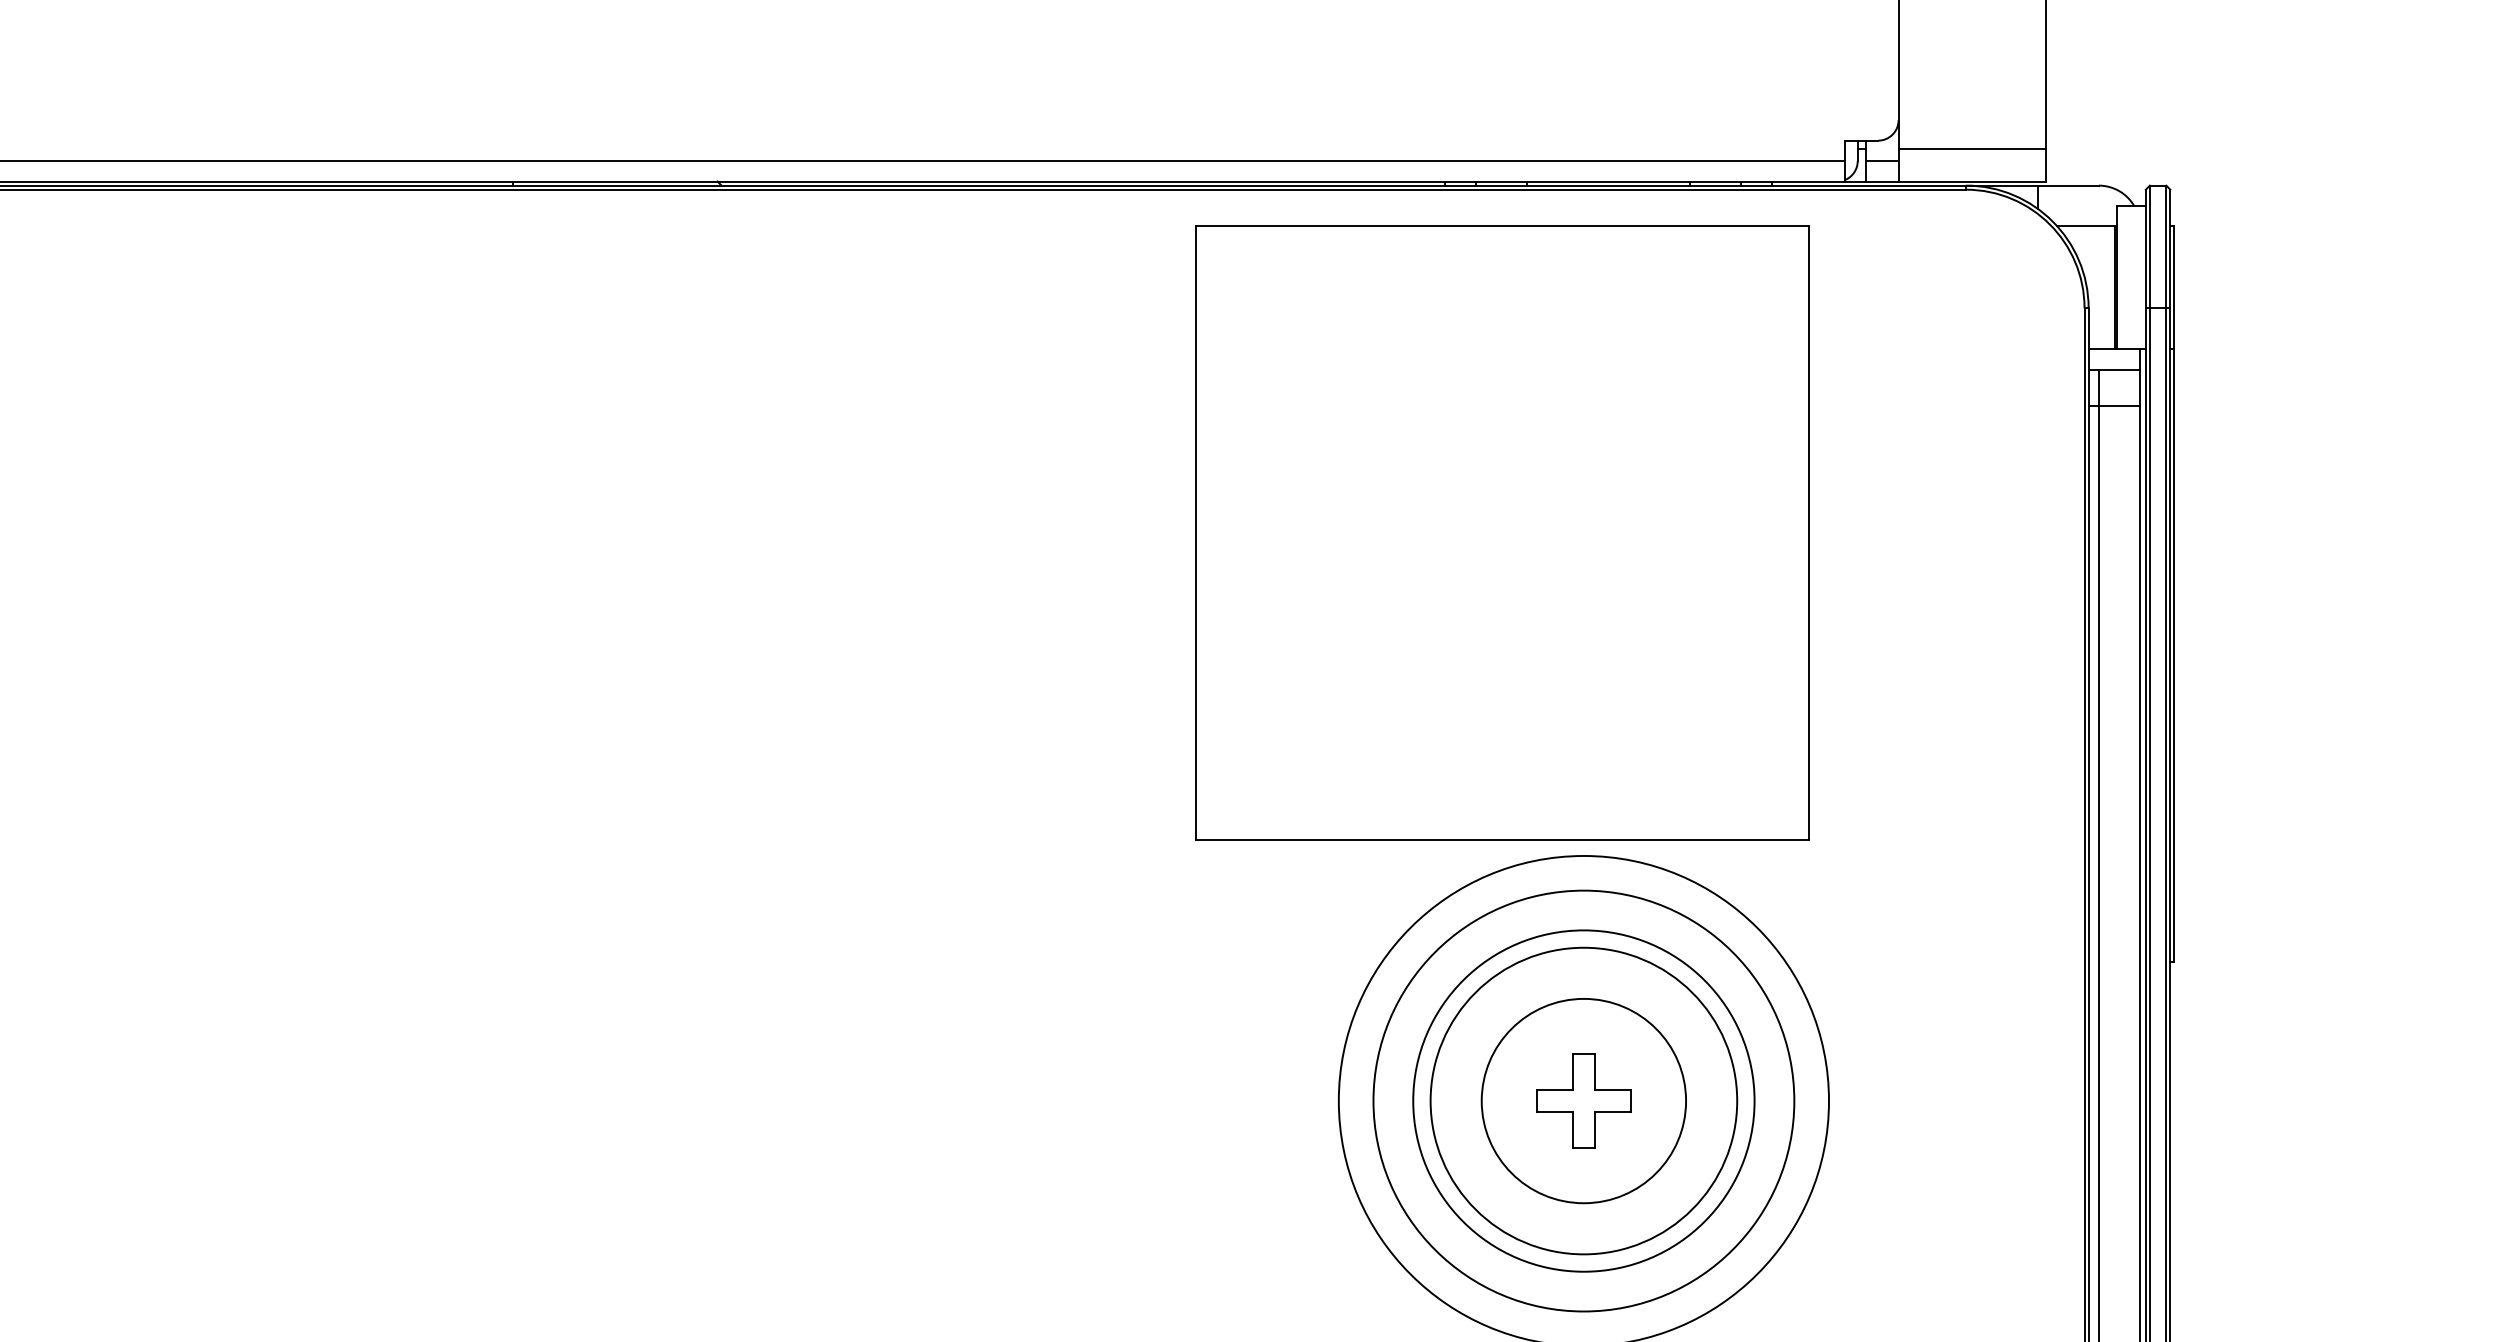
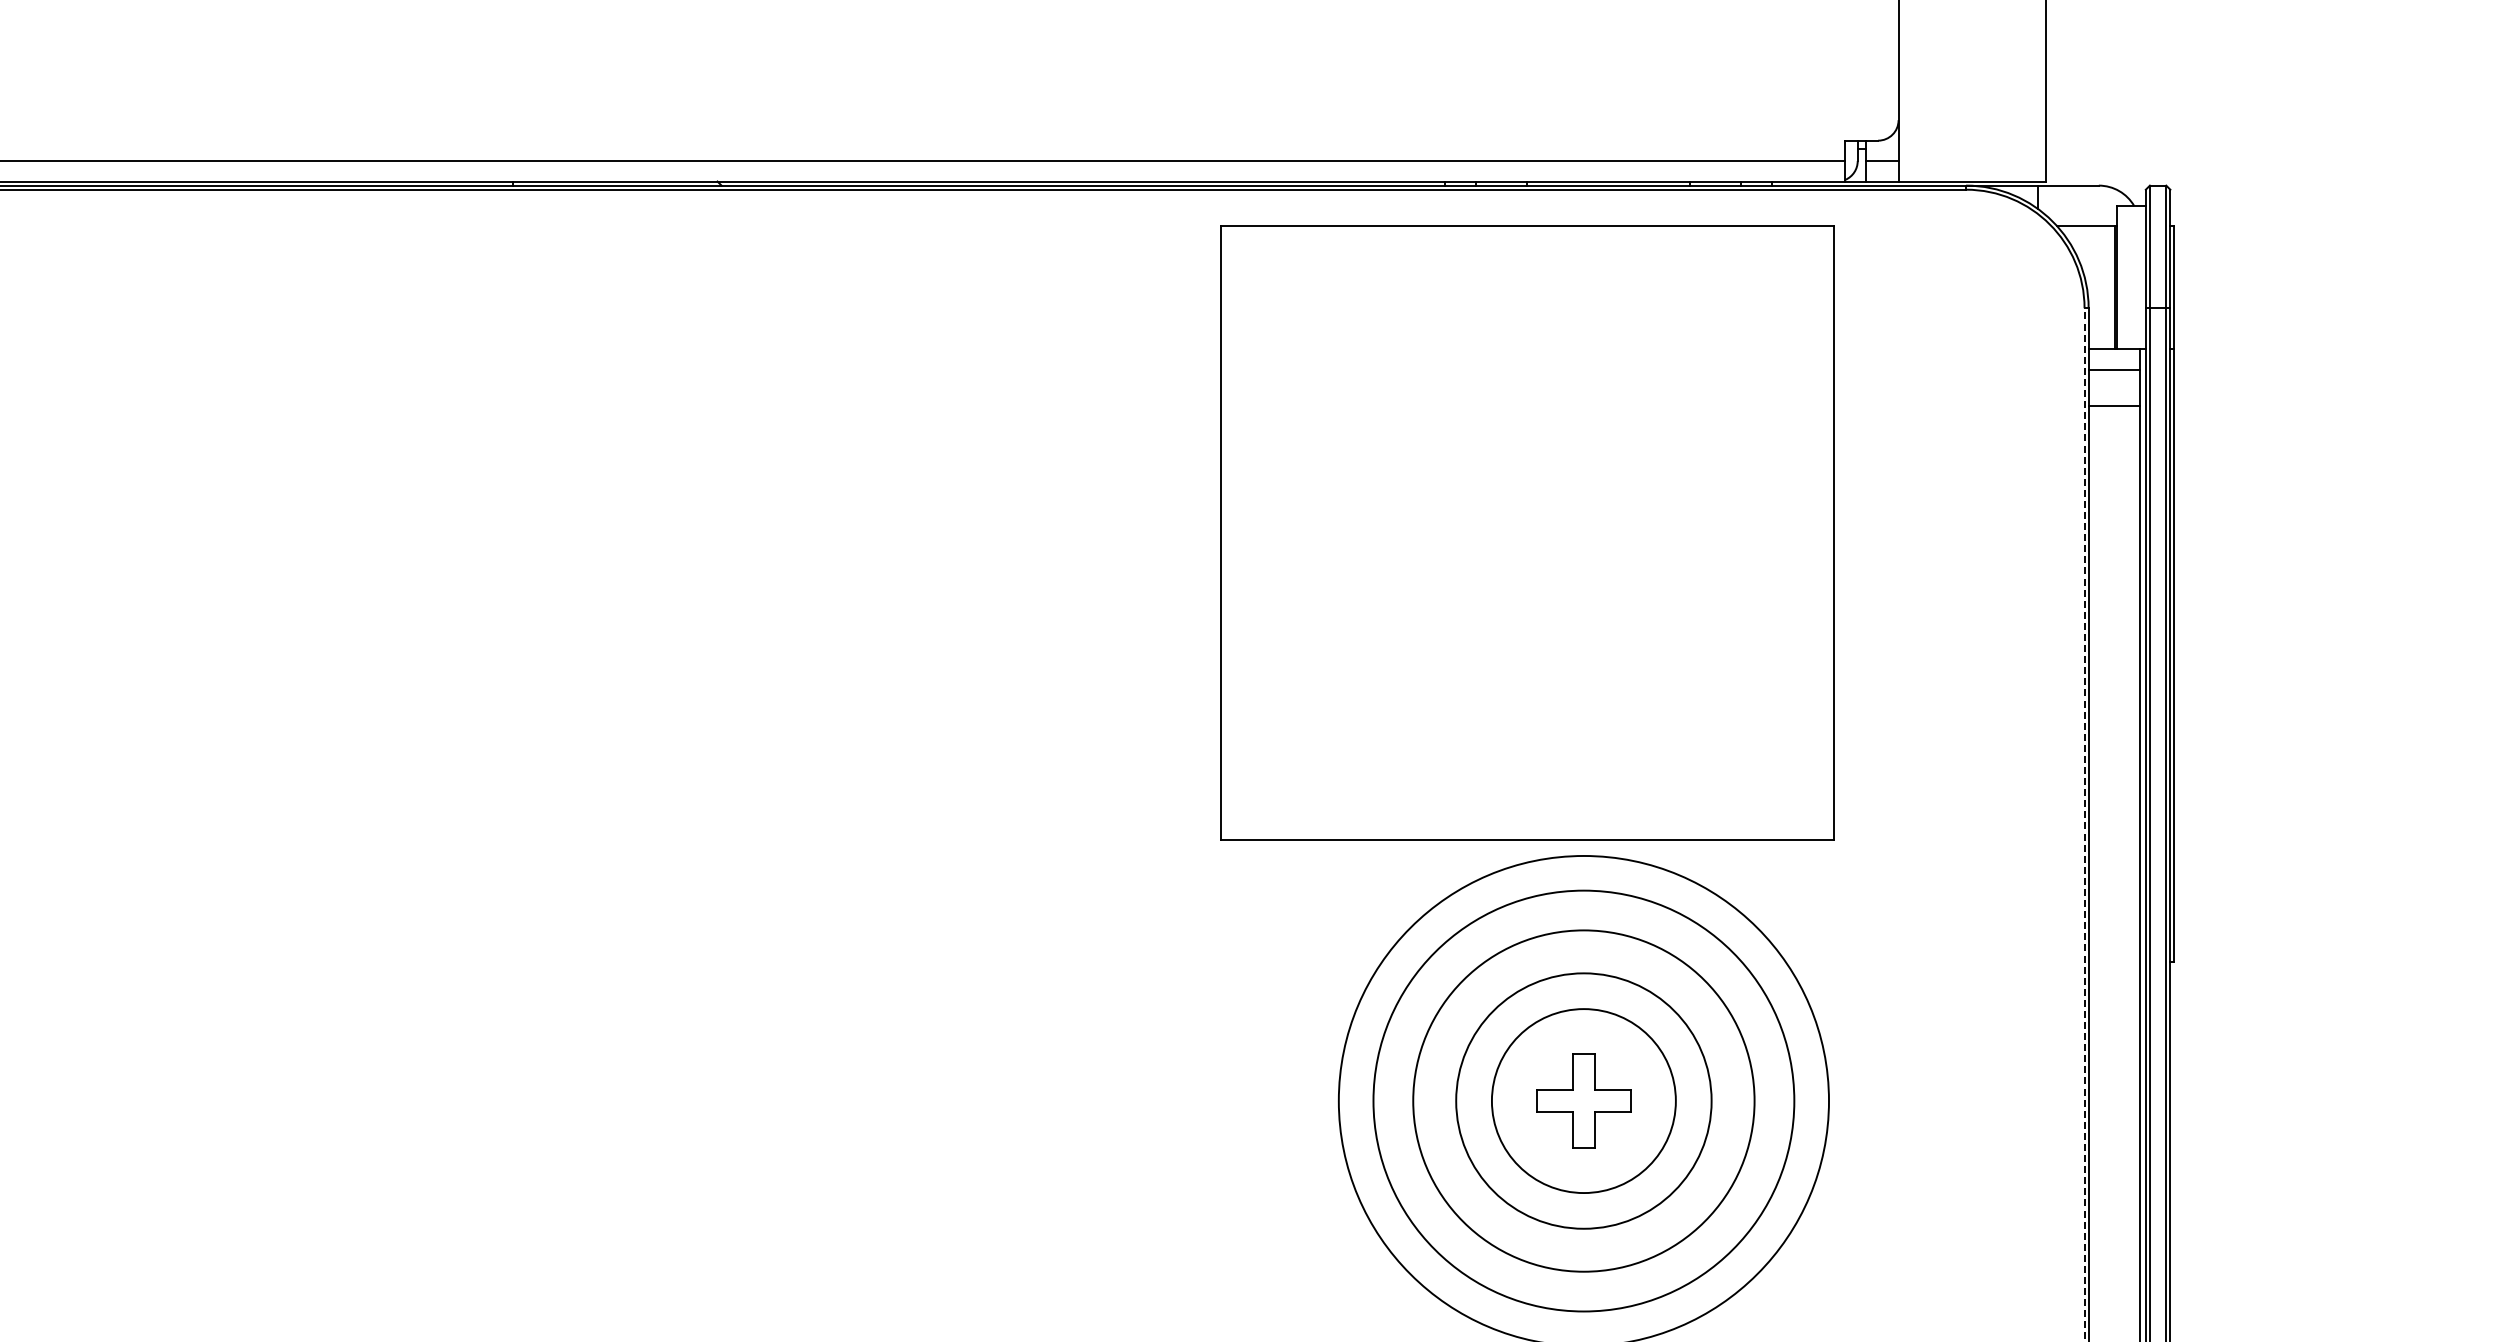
line at (1971, 148): present -> none
part at (1502, 532) position: (1502, 532) -> (1527, 532)
line at (2084, 825): solid -> dashed
line at (2098, 853): present -> none
circle at (1583, 1100) diameter: 204 px -> 255 px
circle at (1583, 1100) diameter: 307 px -> 184 px
